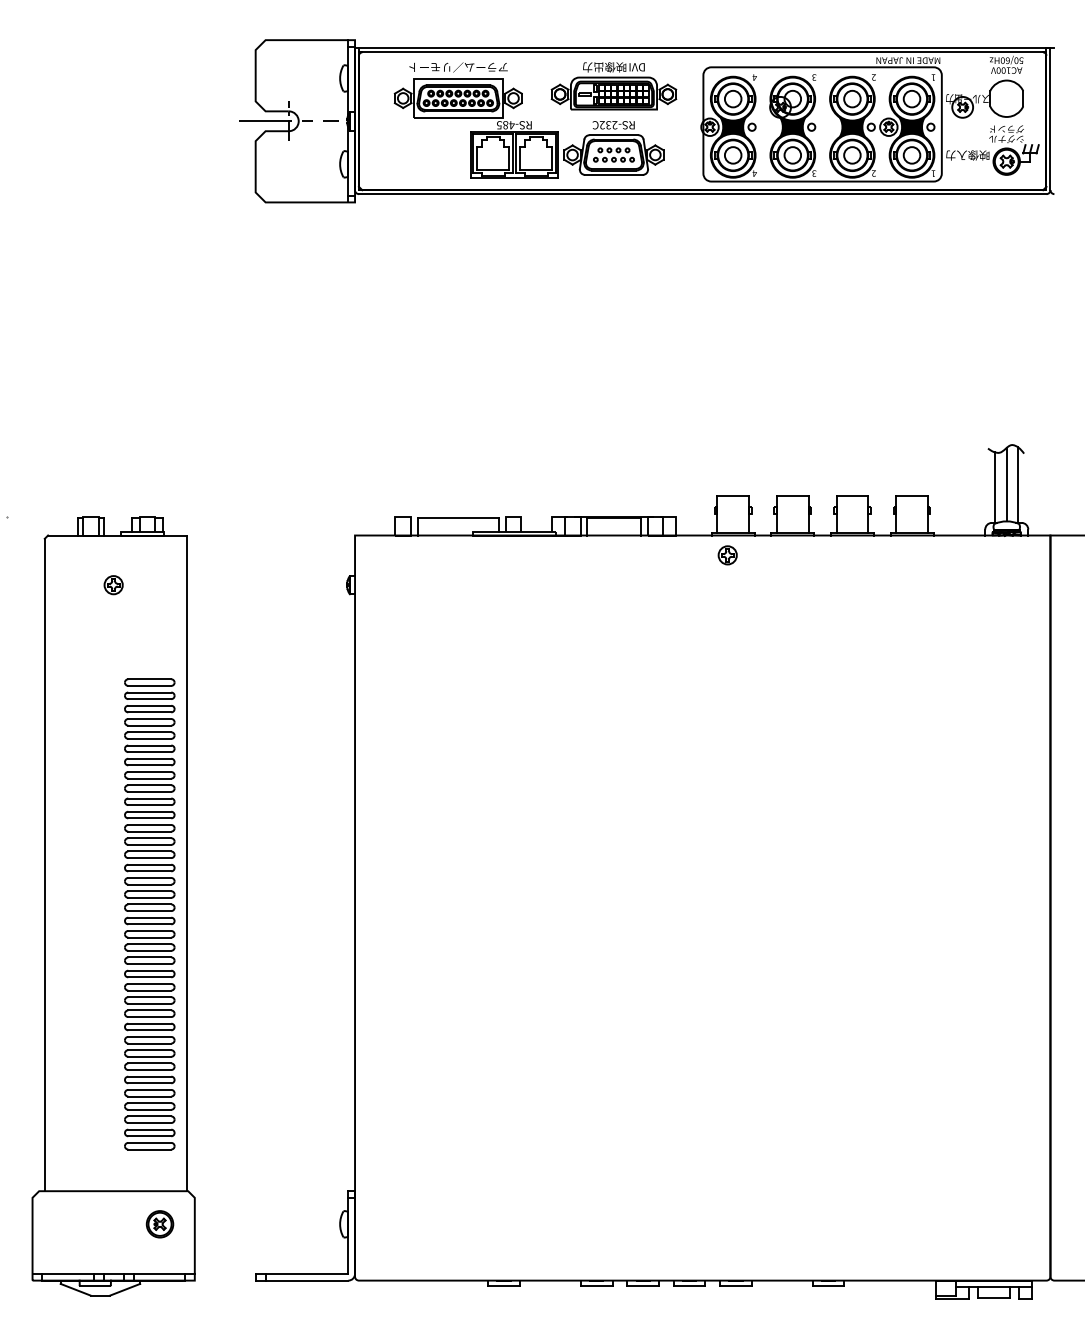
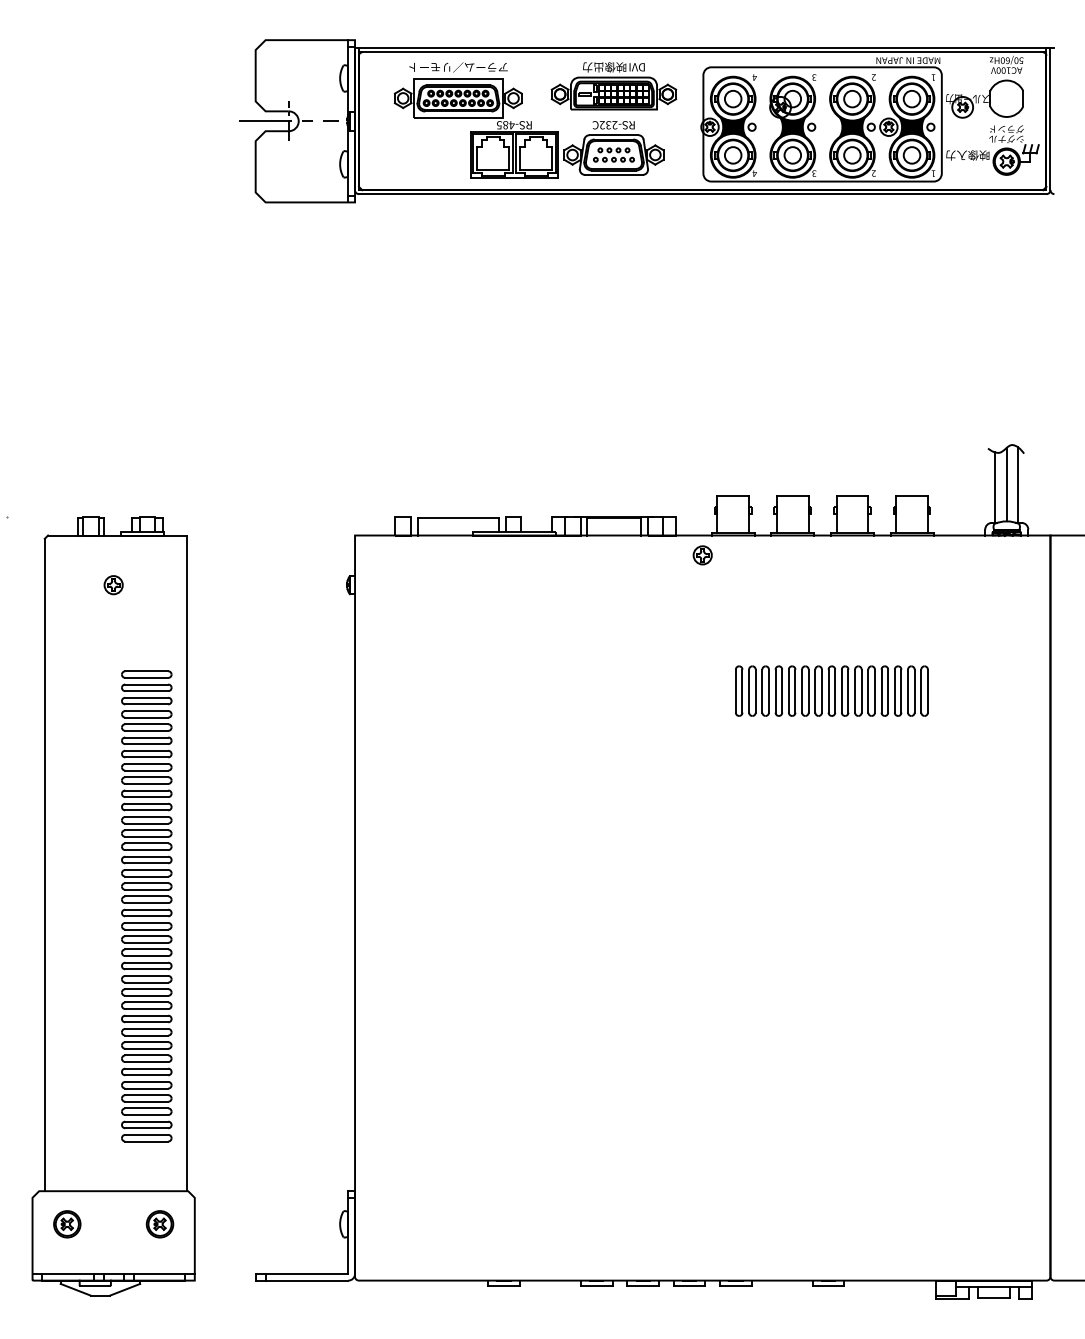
part at (727, 555) position: (727, 555) -> (702, 555)
part at (831, 690): none -> present
part at (149, 914) position: (149, 914) -> (146, 906)
part at (67, 1224): none -> present
